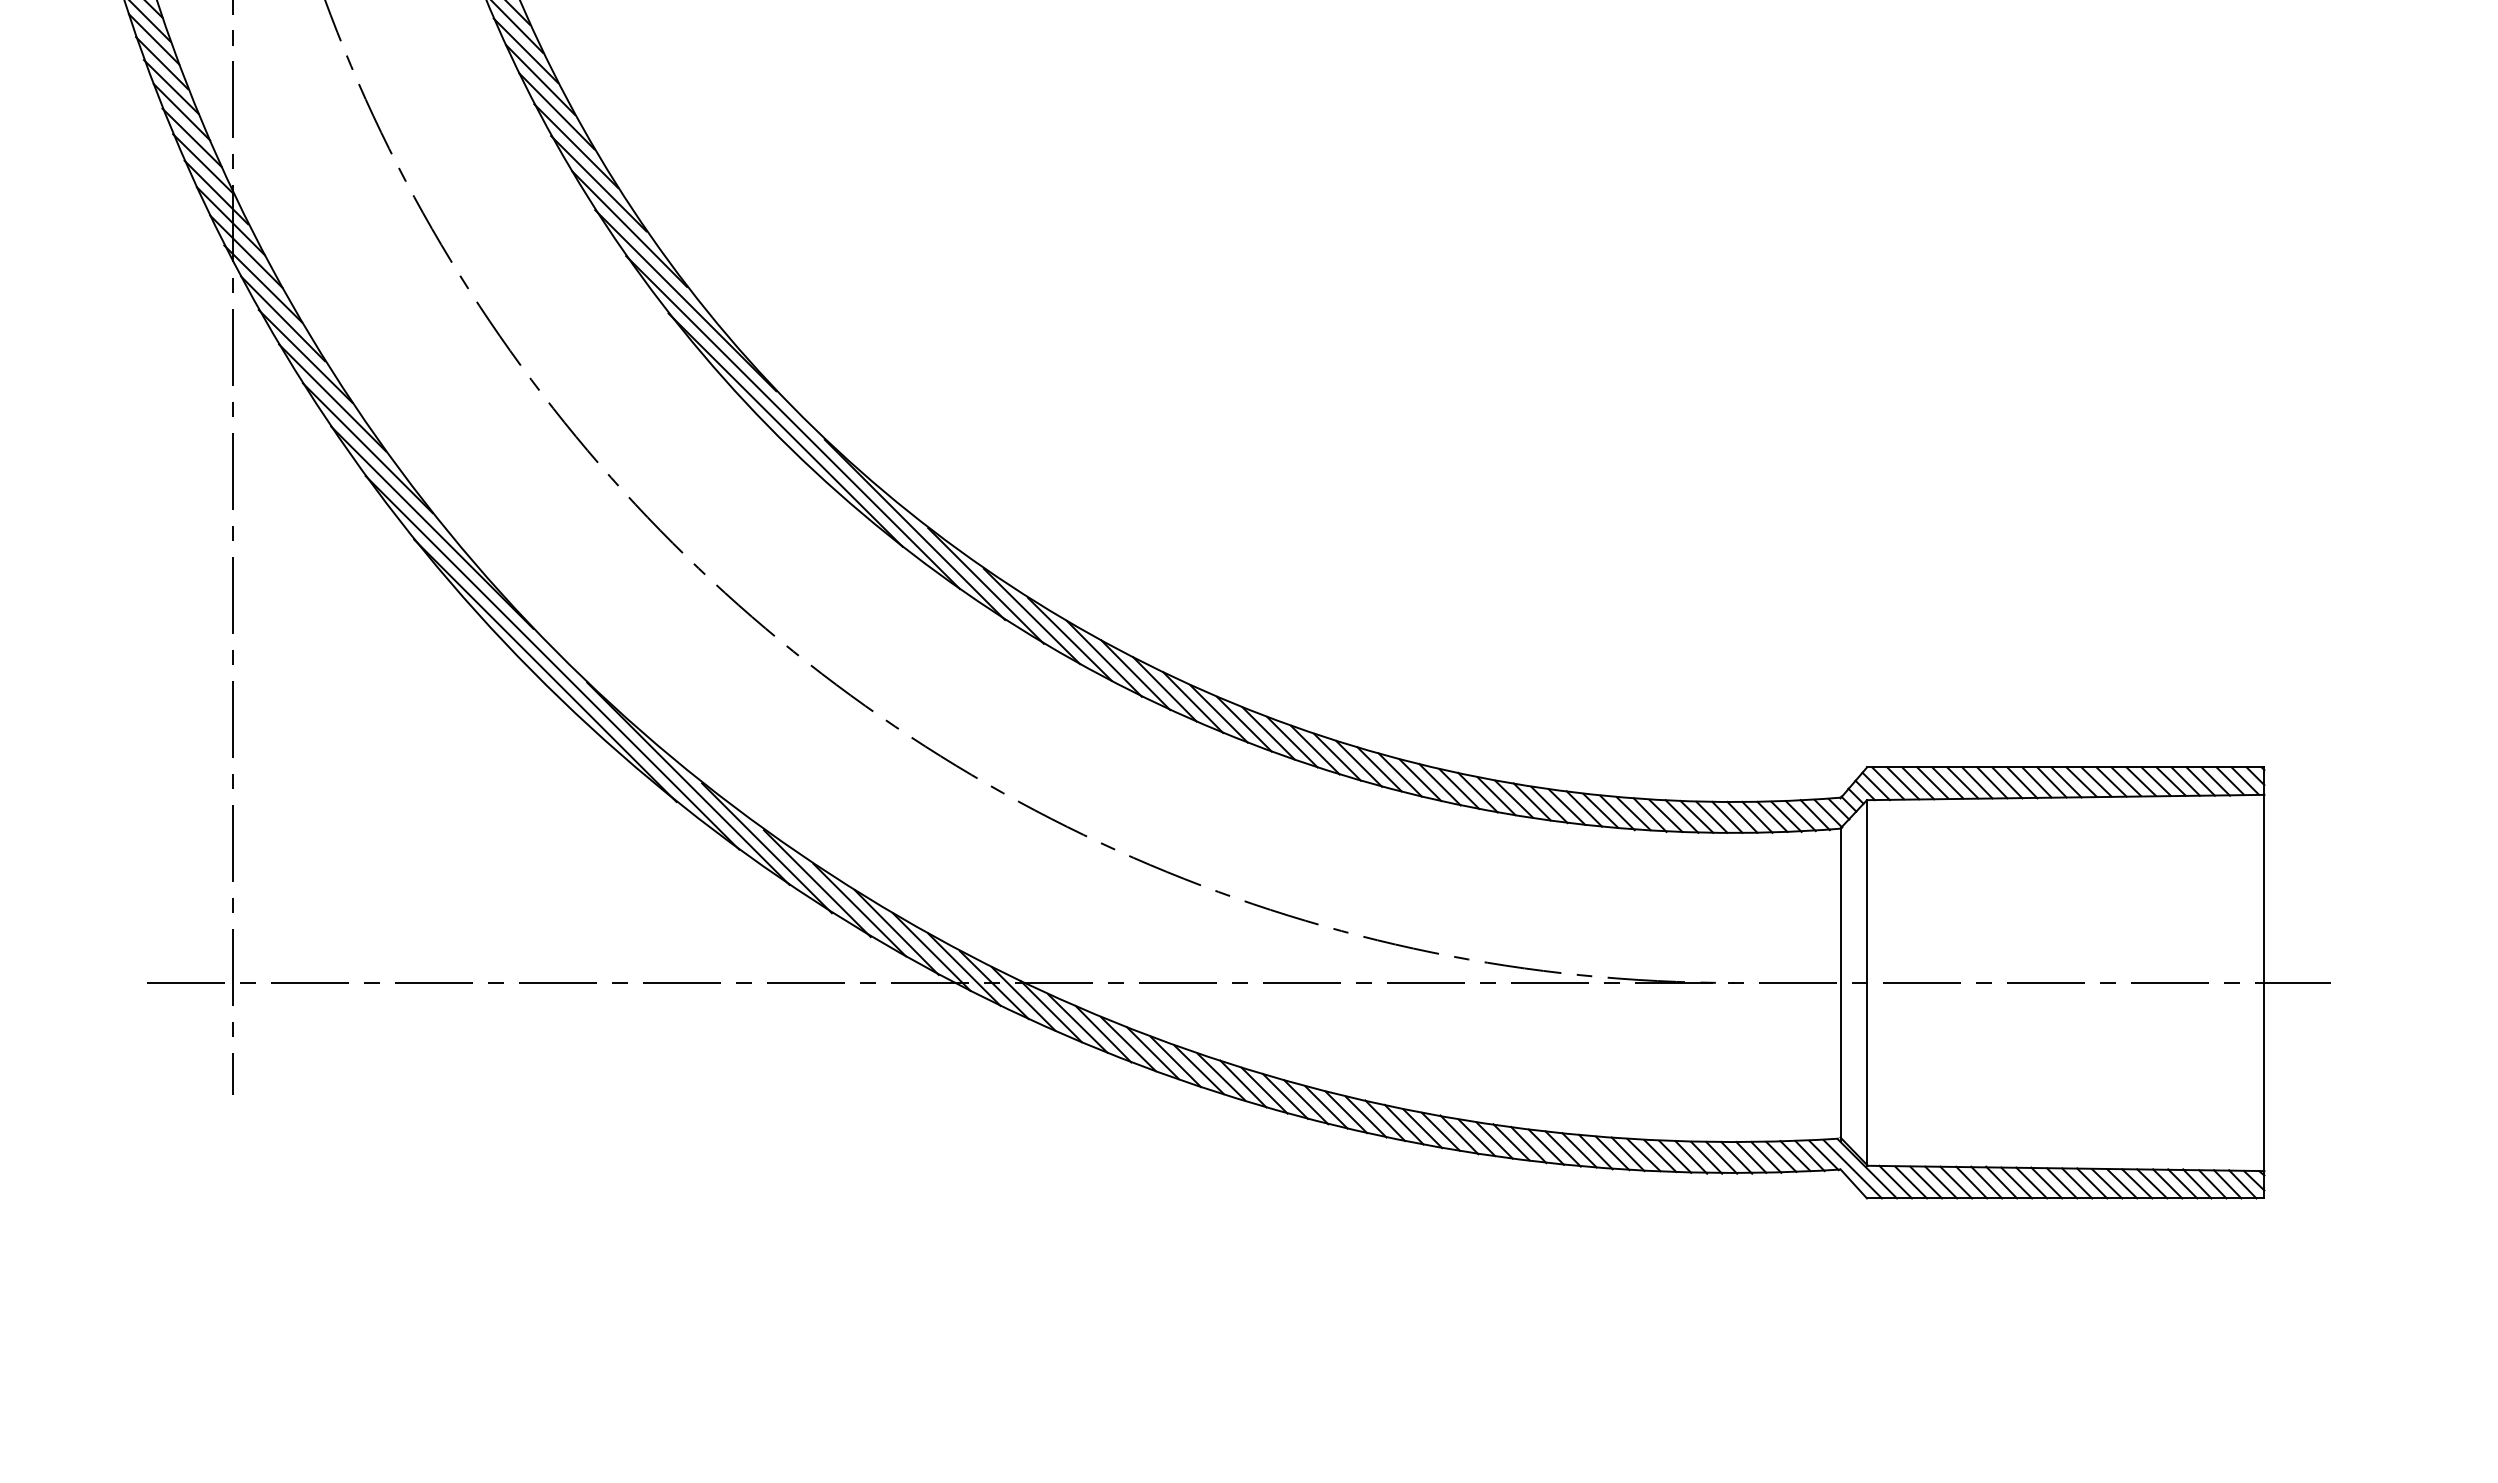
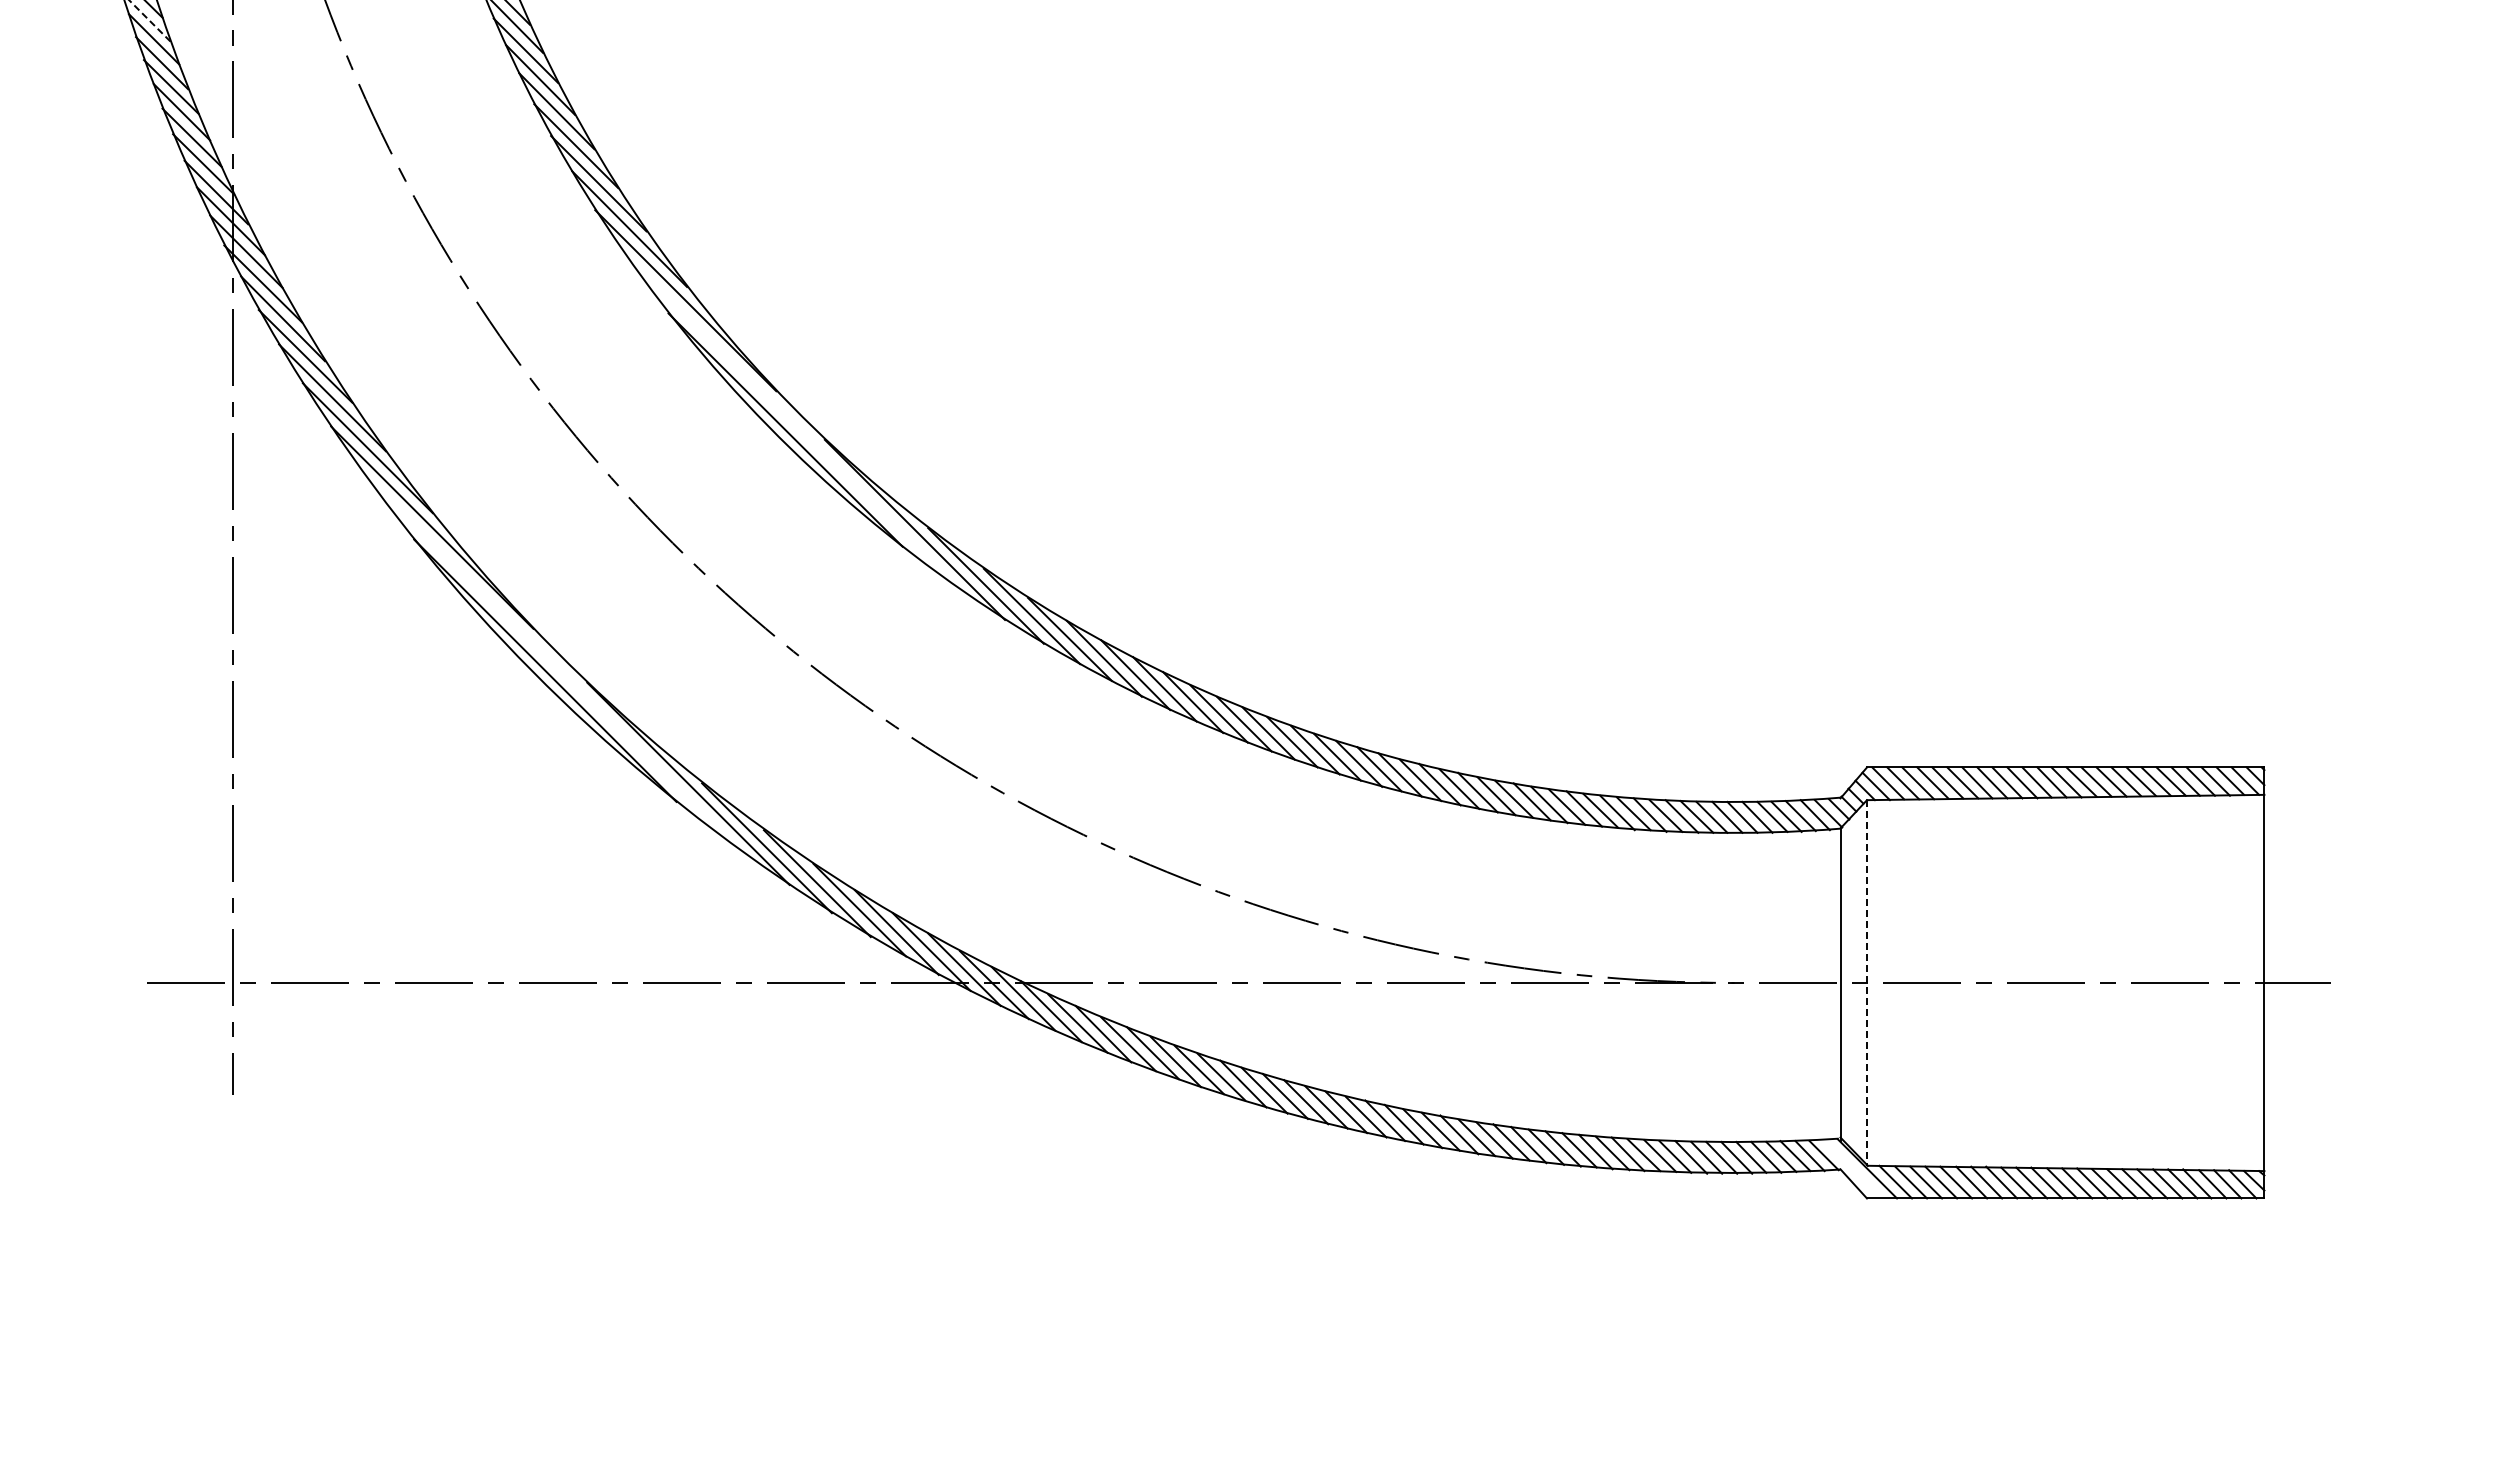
line at (149, 21): solid -> dashed
line at (793, 422): present -> none
line at (552, 662): present -> none
line at (1867, 982): solid -> dashed
line at (1852, 1169): present -> none
